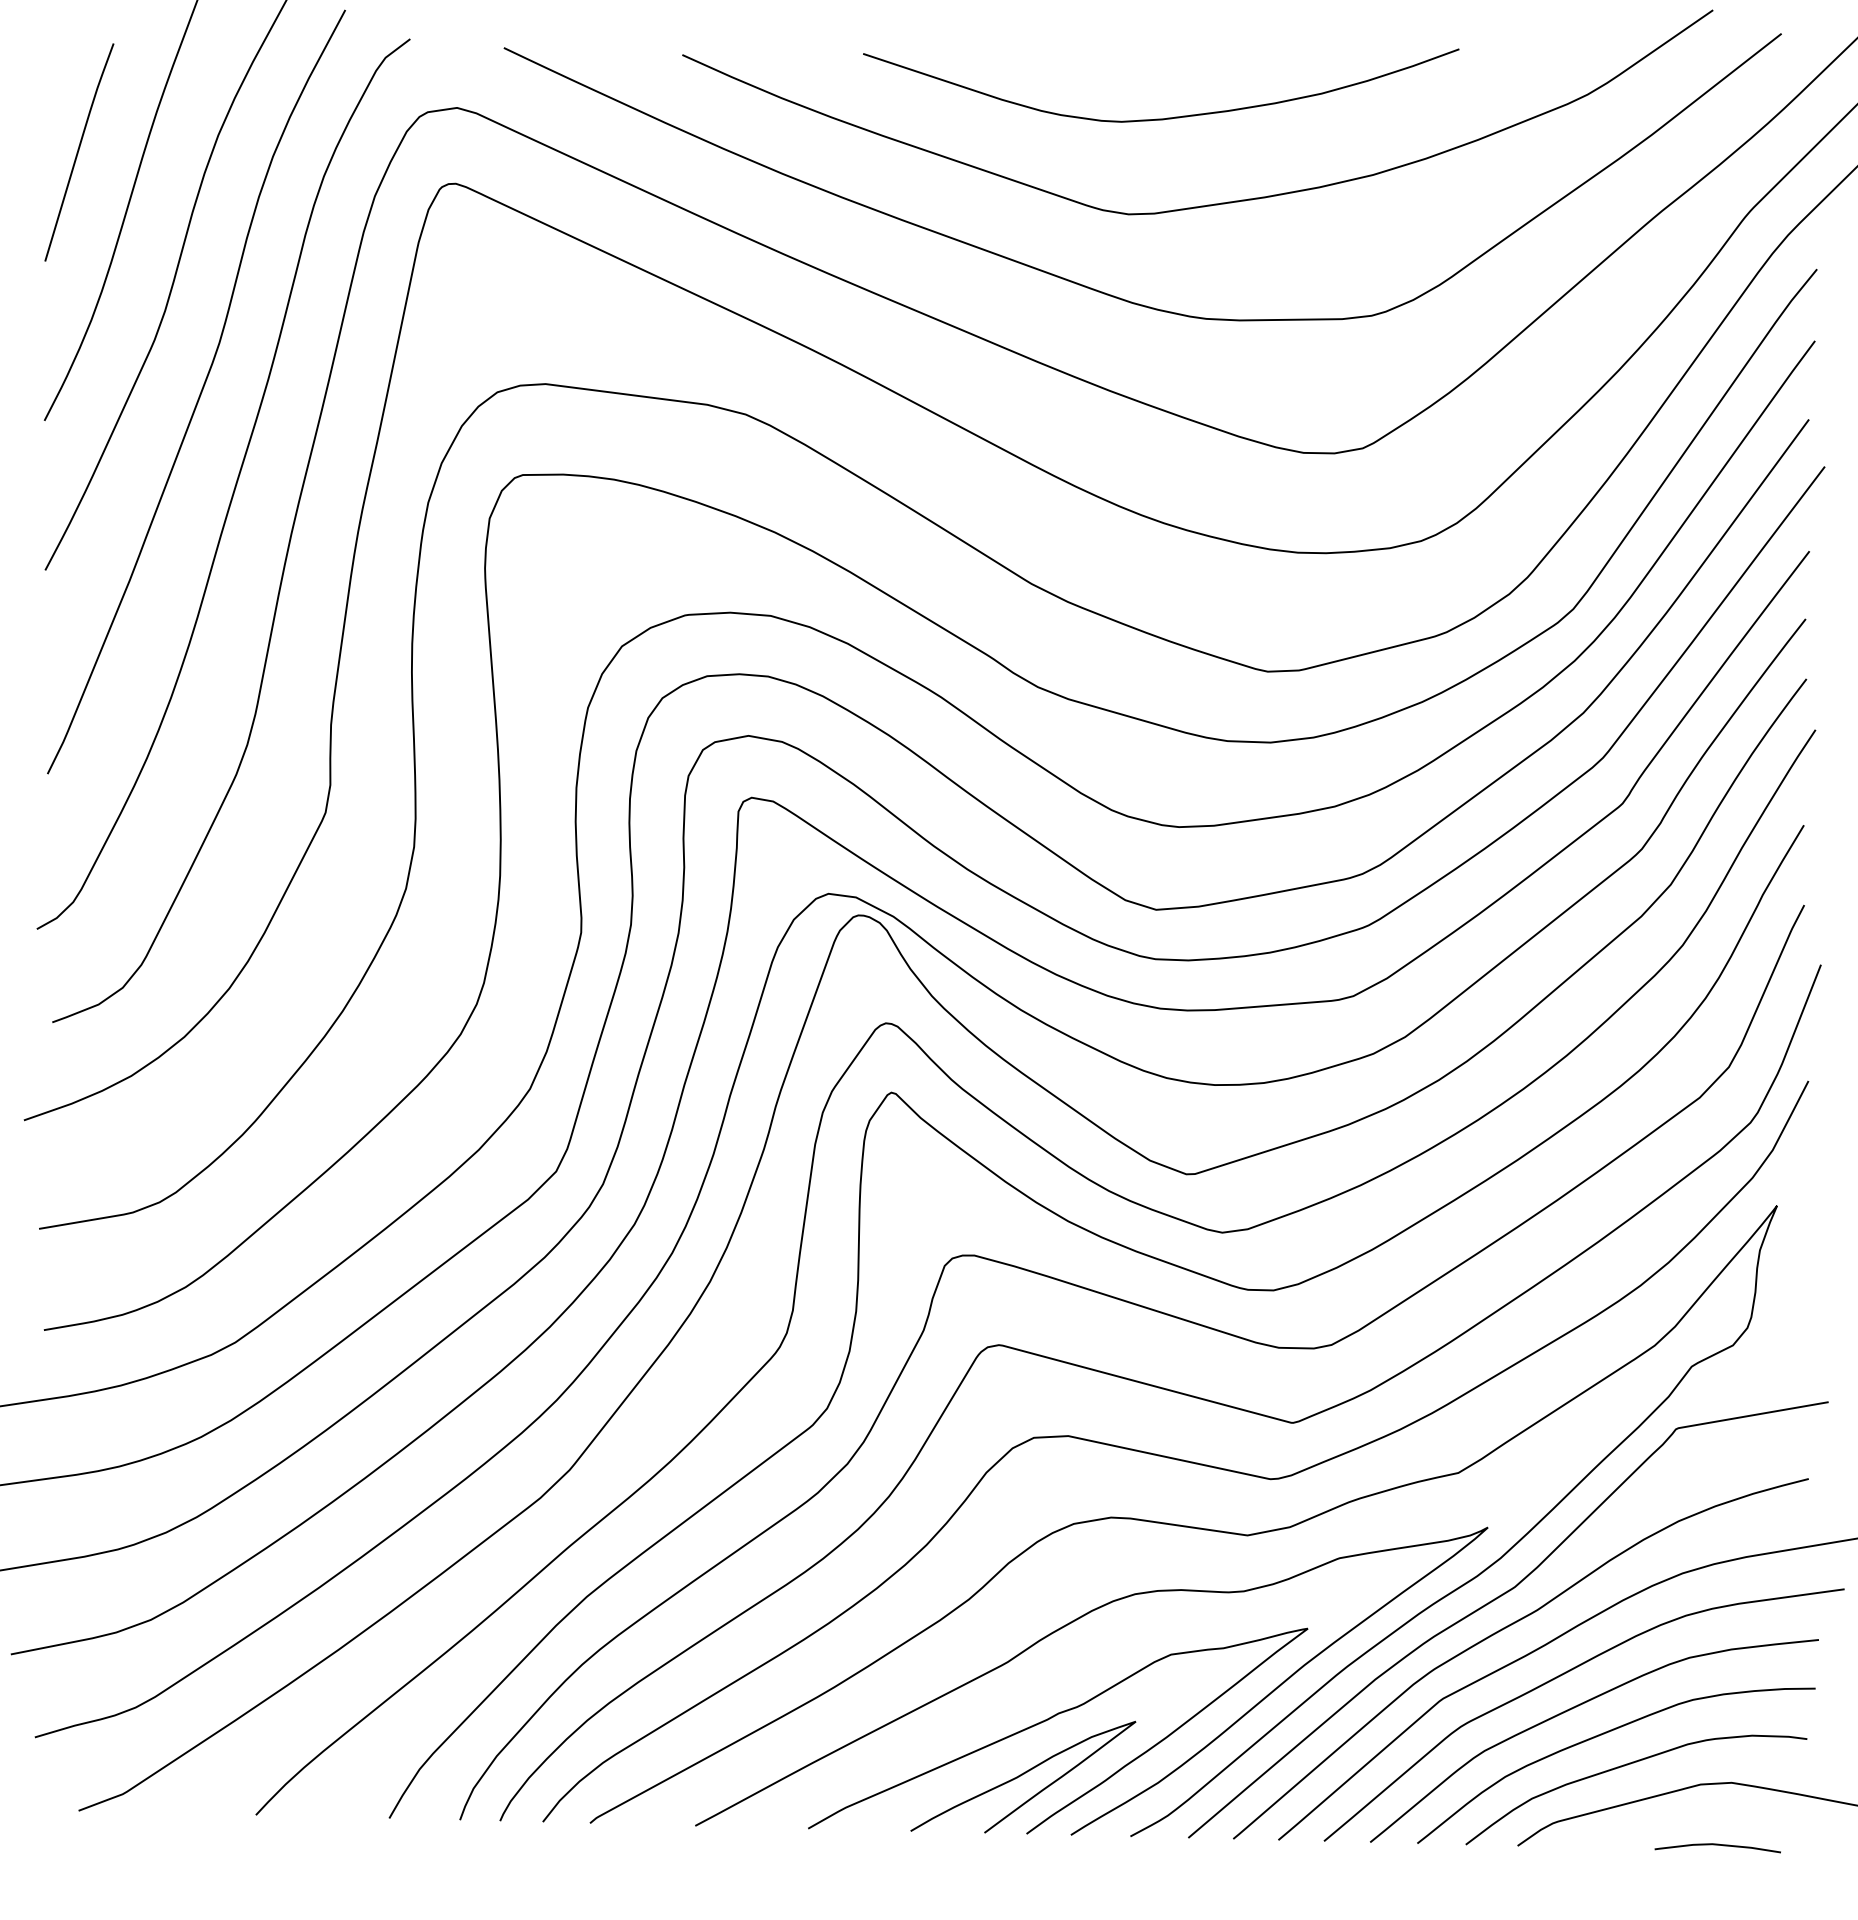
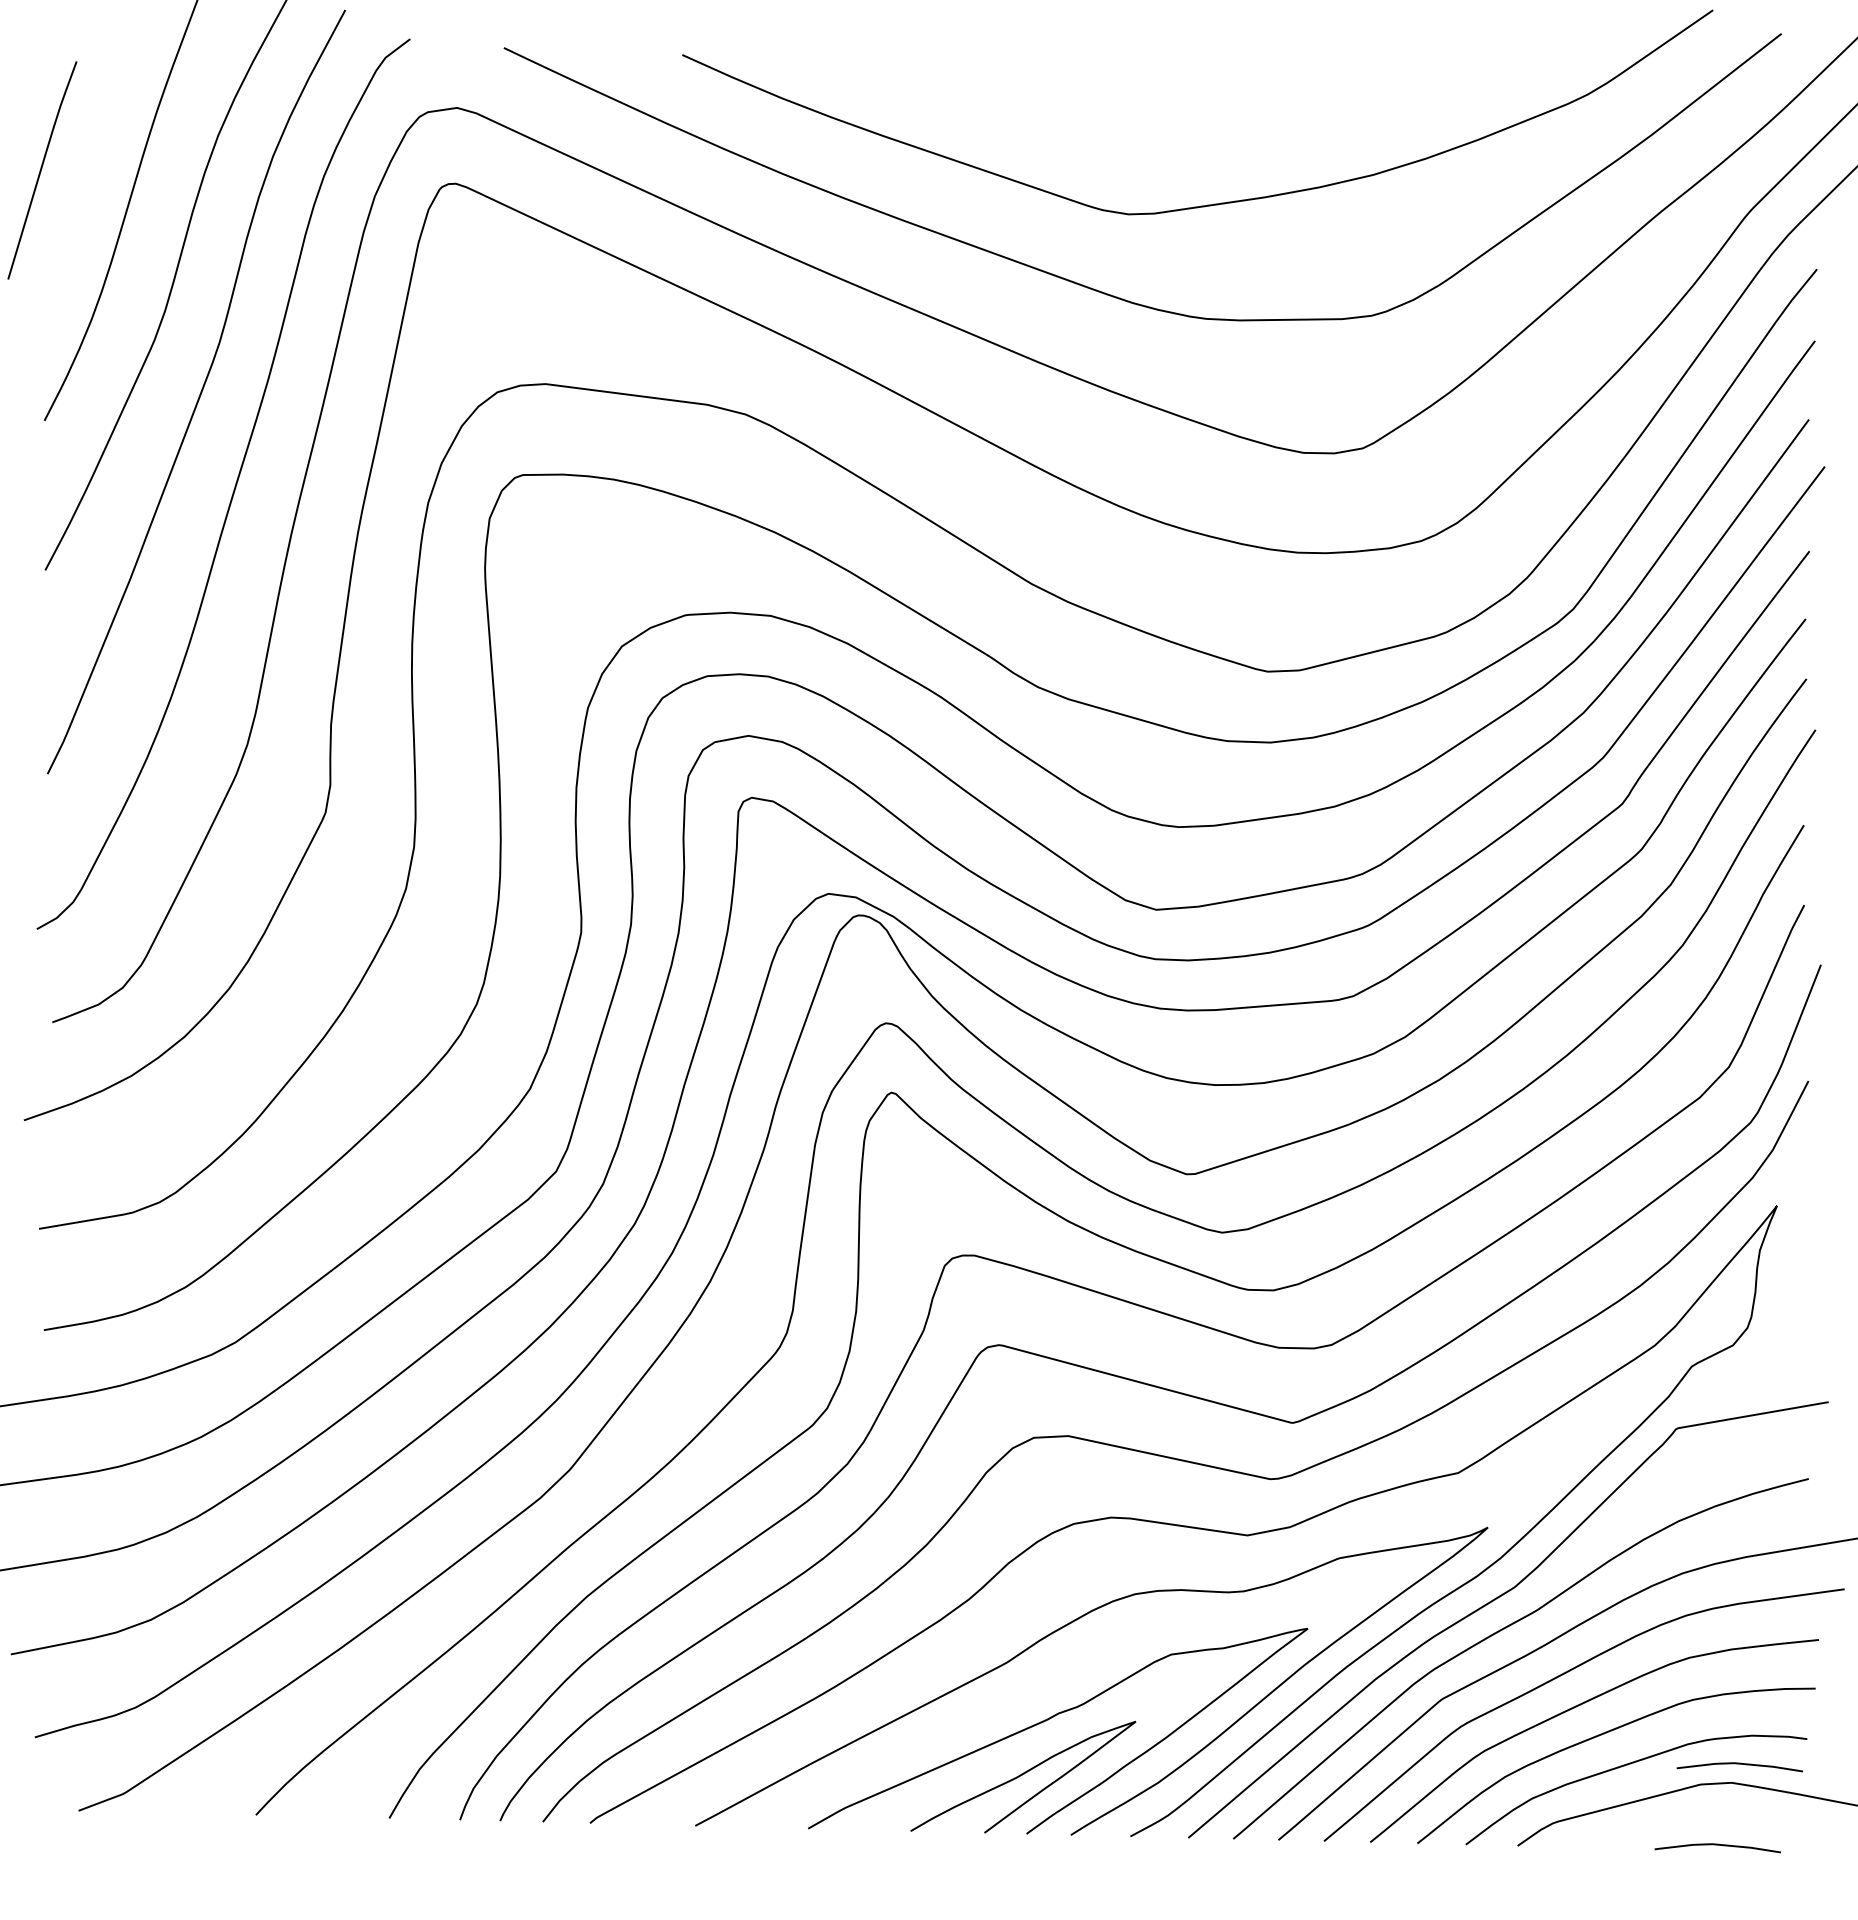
curve at (1167, 117): present -> none
curve at (78, 152) position: (78, 152) -> (41, 170)
curve at (1739, 1764): none -> present
